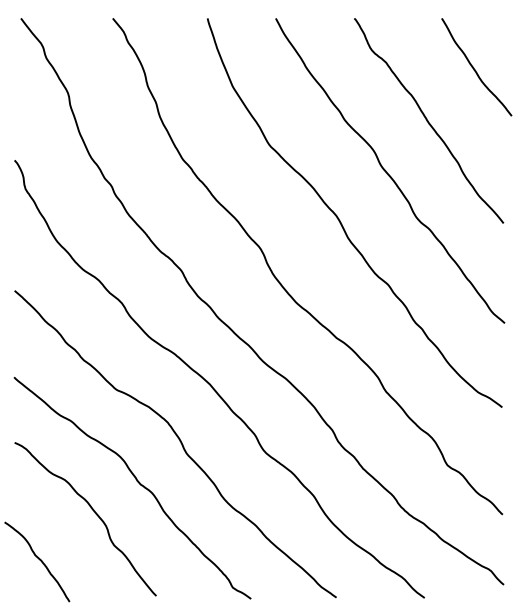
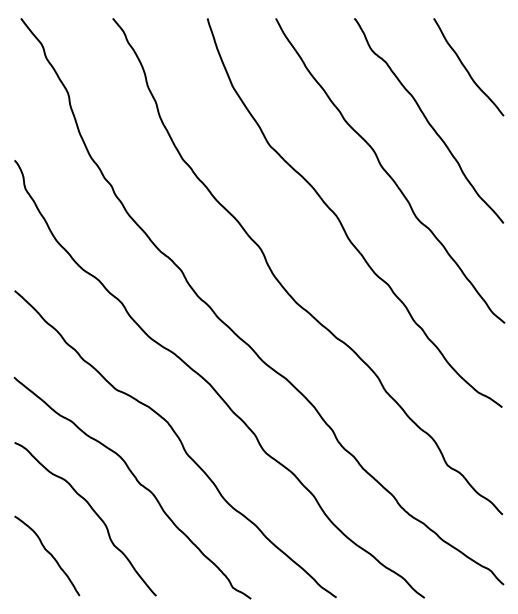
curve at (474, 68) position: (474, 68) -> (466, 68)
curve at (38, 559) position: (38, 559) -> (48, 553)
